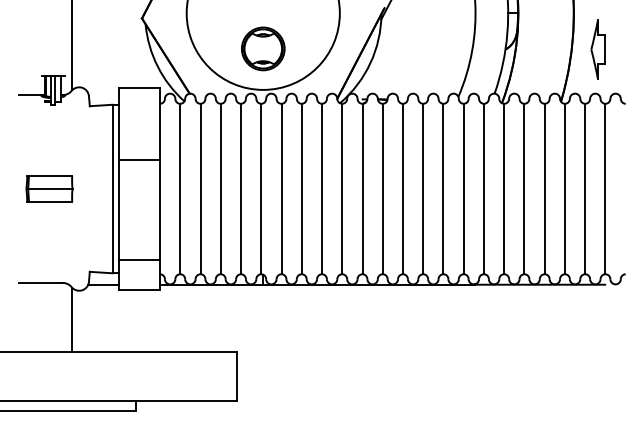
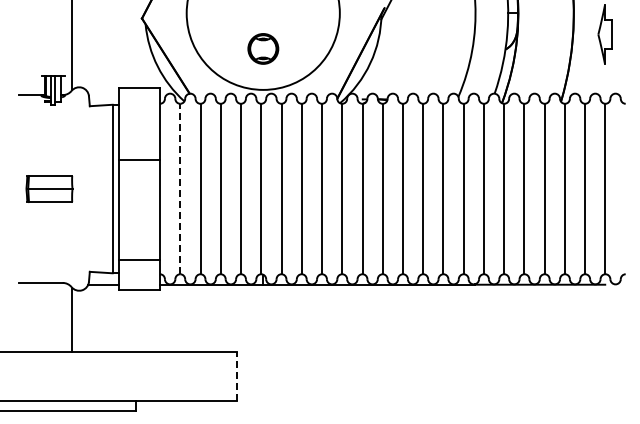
part at (263, 48) size: 45x46 px -> 33x32 px
part at (597, 49) position: (597, 49) -> (604, 34)
line at (180, 188): solid -> dashed
line at (237, 376): solid -> dashed
